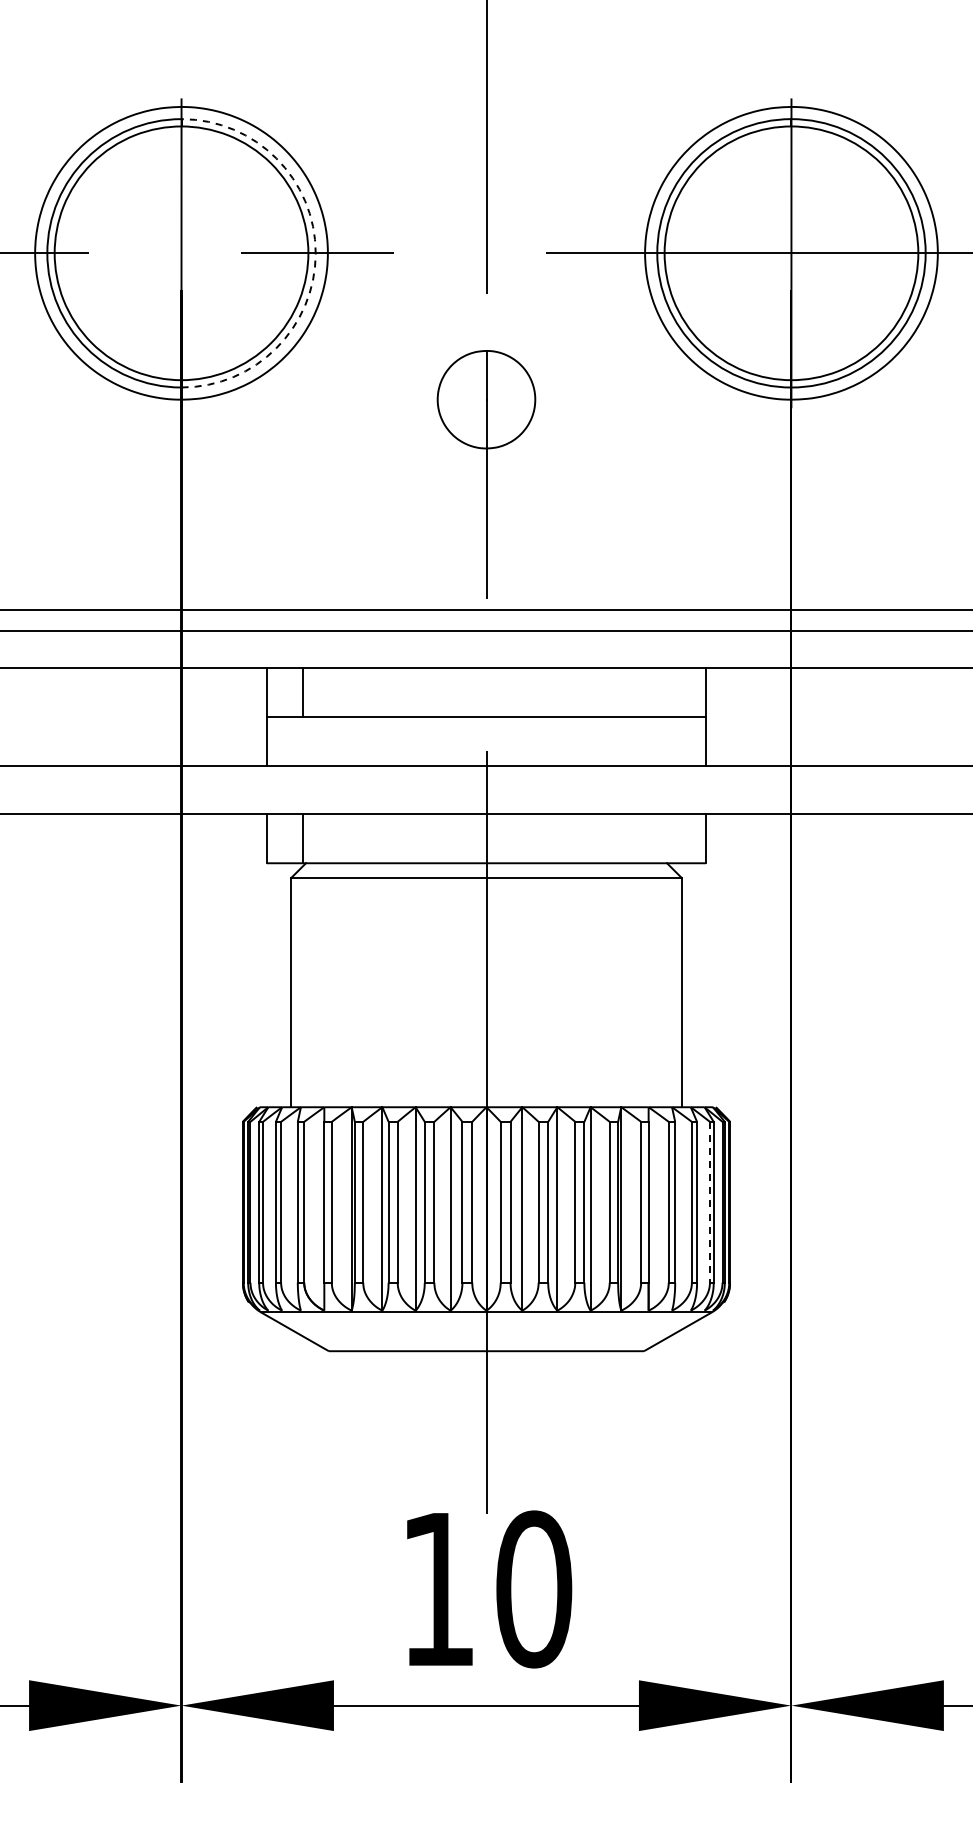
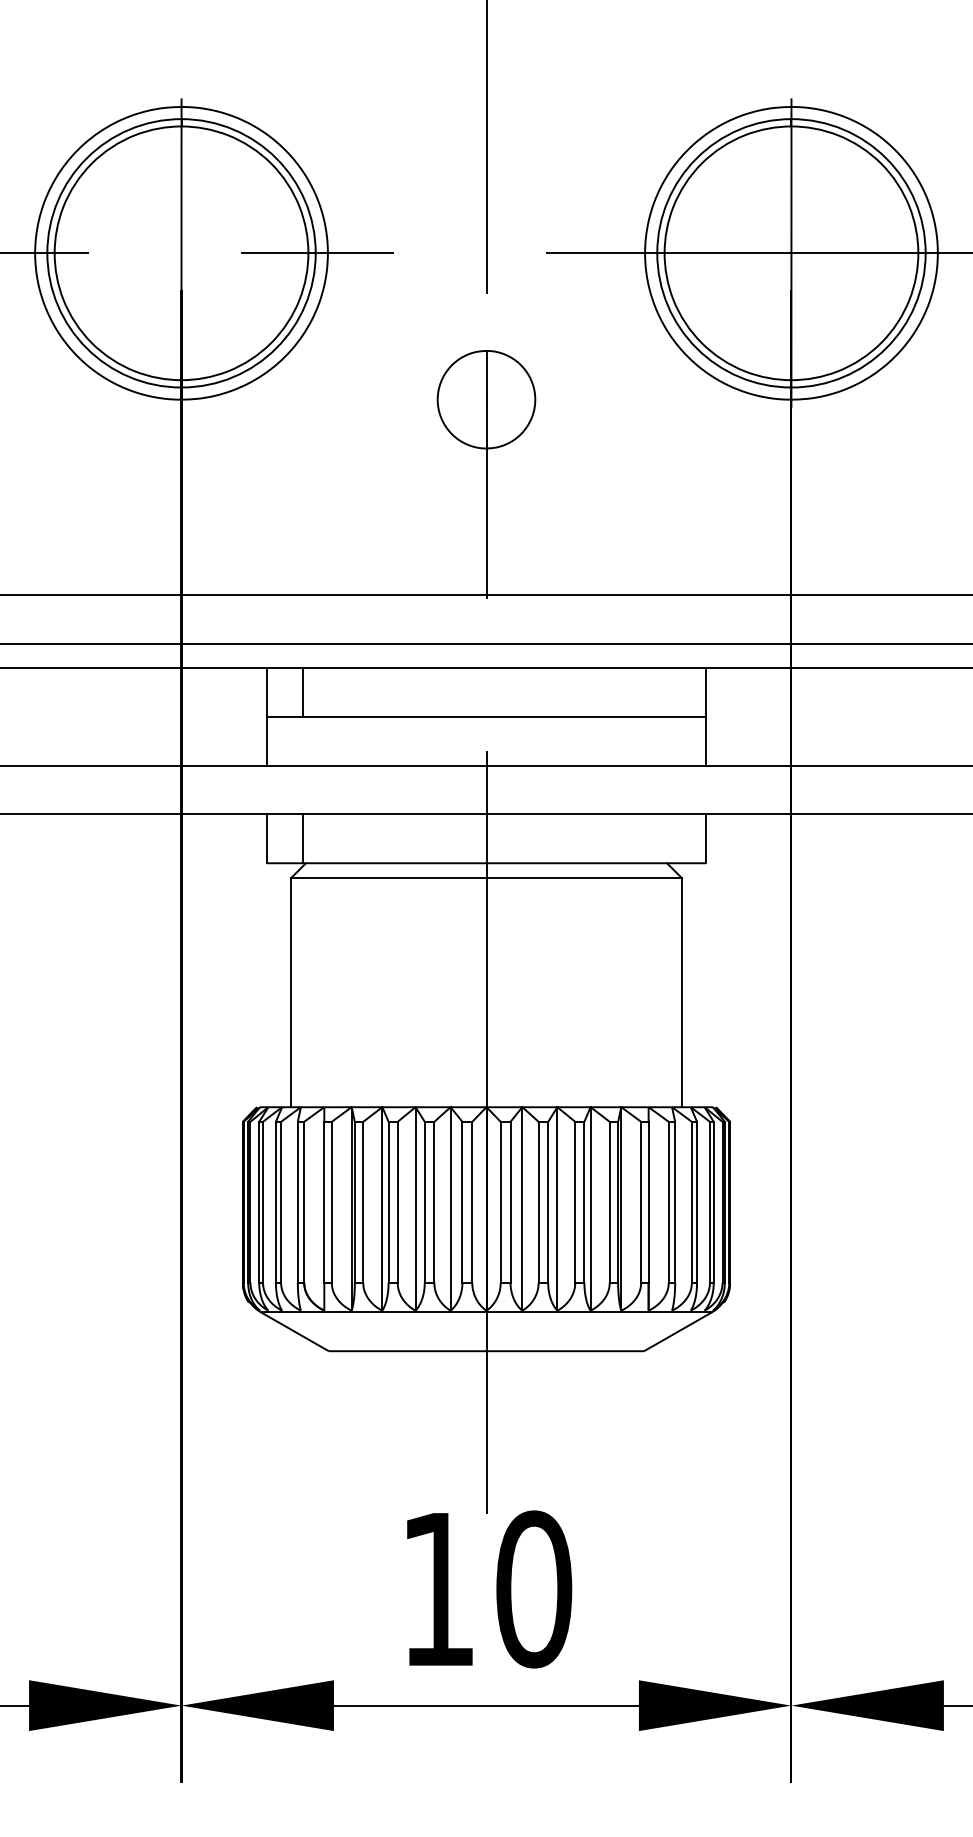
arc at (315, 253): dashed -> solid
line at (485, 609) position: (485, 609) -> (485, 594)
line at (485, 630) position: (485, 630) -> (485, 643)
line at (709, 1202): dashed -> solid
